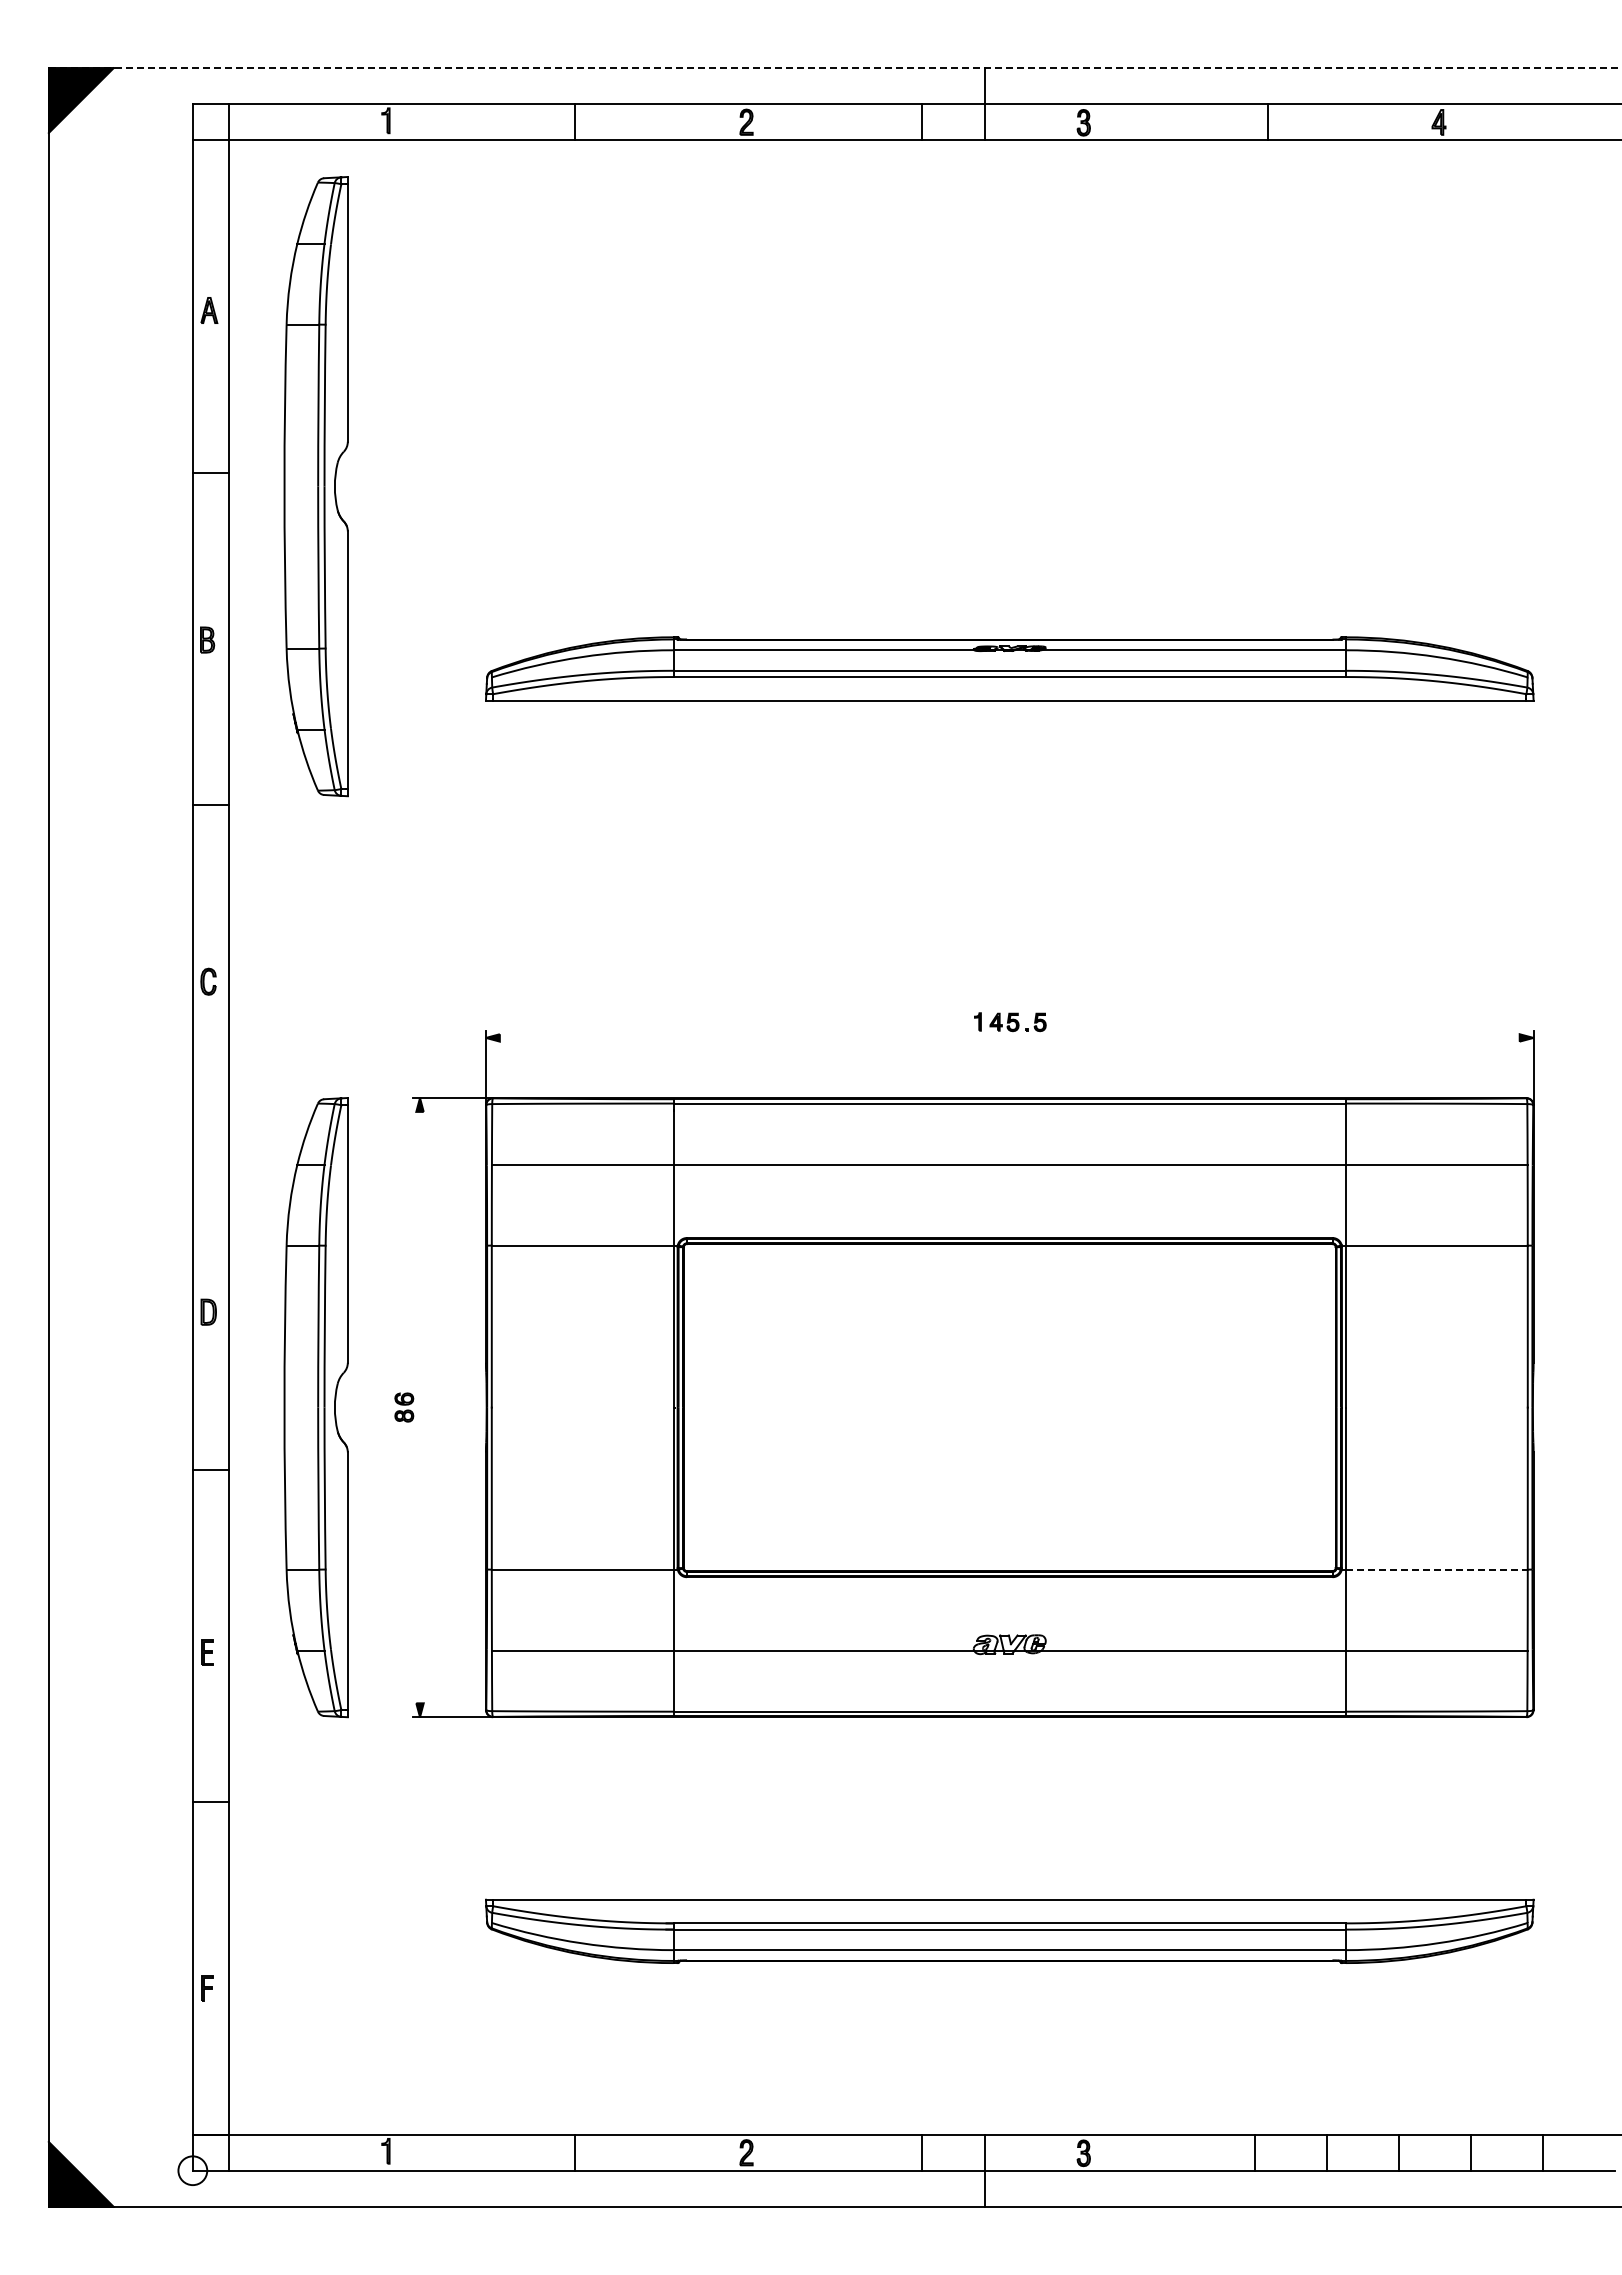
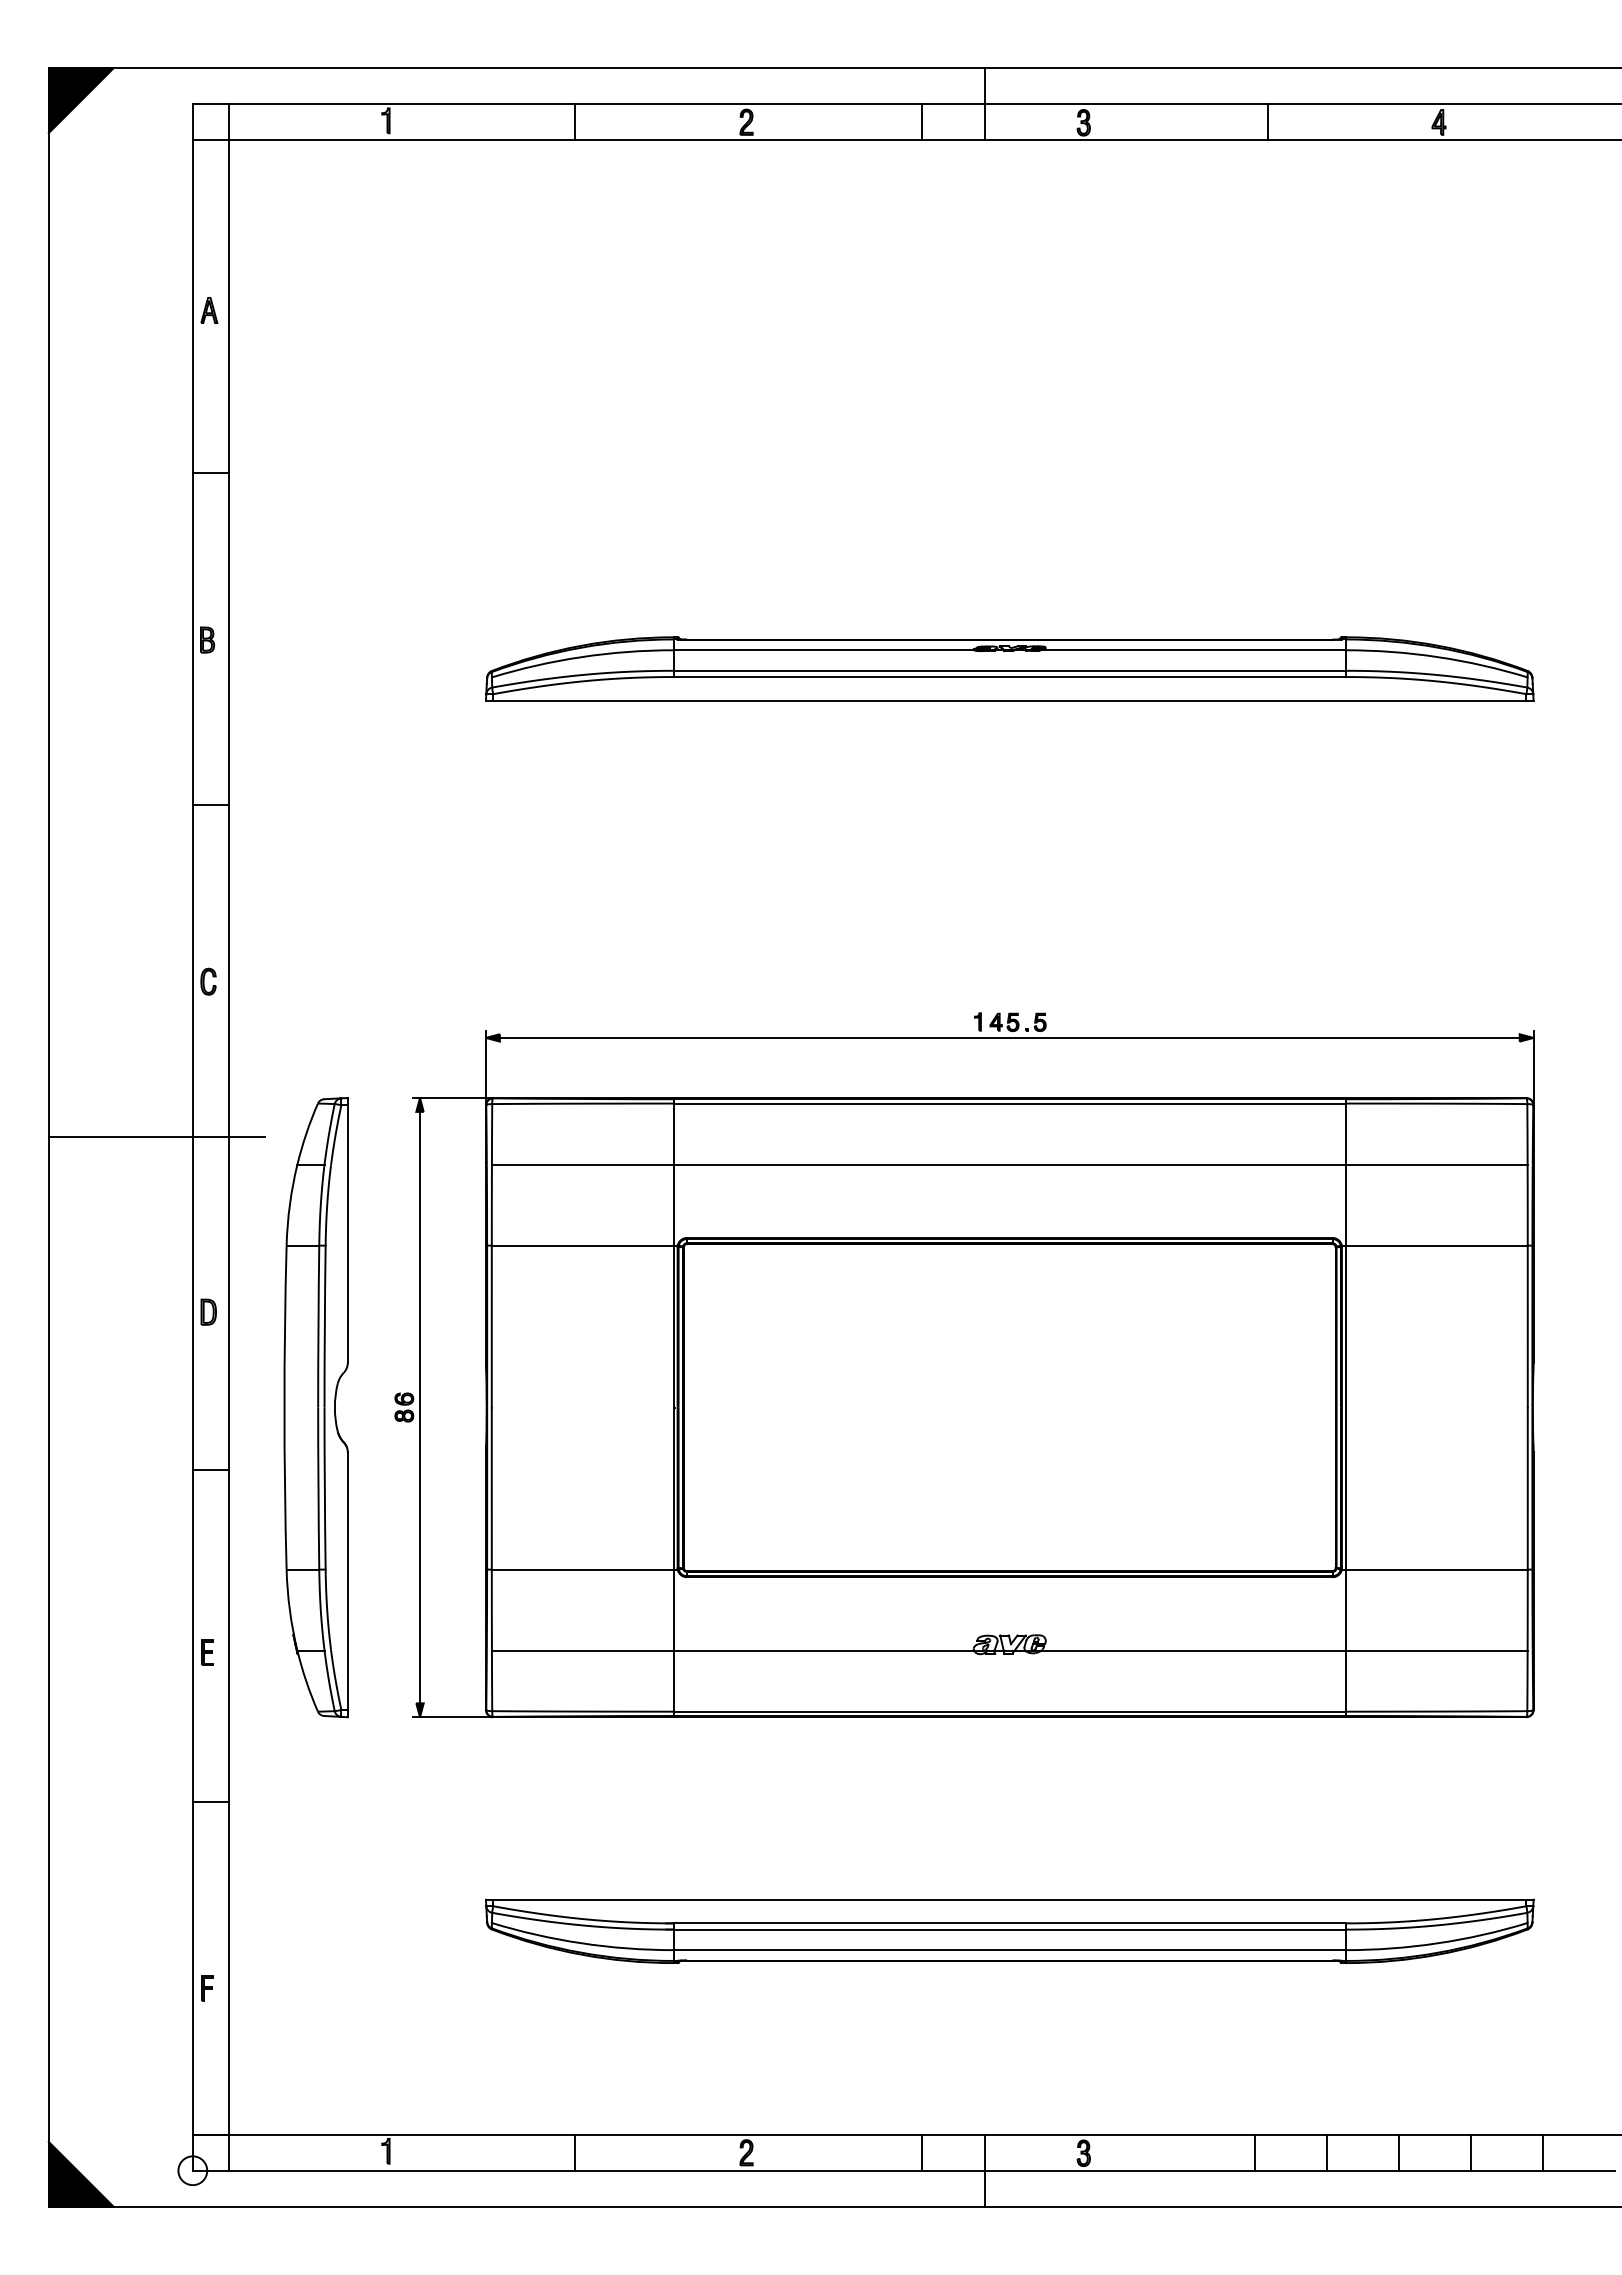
line at (835, 68): dashed -> solid
part at (315, 486): present -> none
line at (1009, 1037): none -> present
line at (156, 1137): none -> present
line at (420, 1407): none -> present
line at (1436, 1569): dashed -> solid
